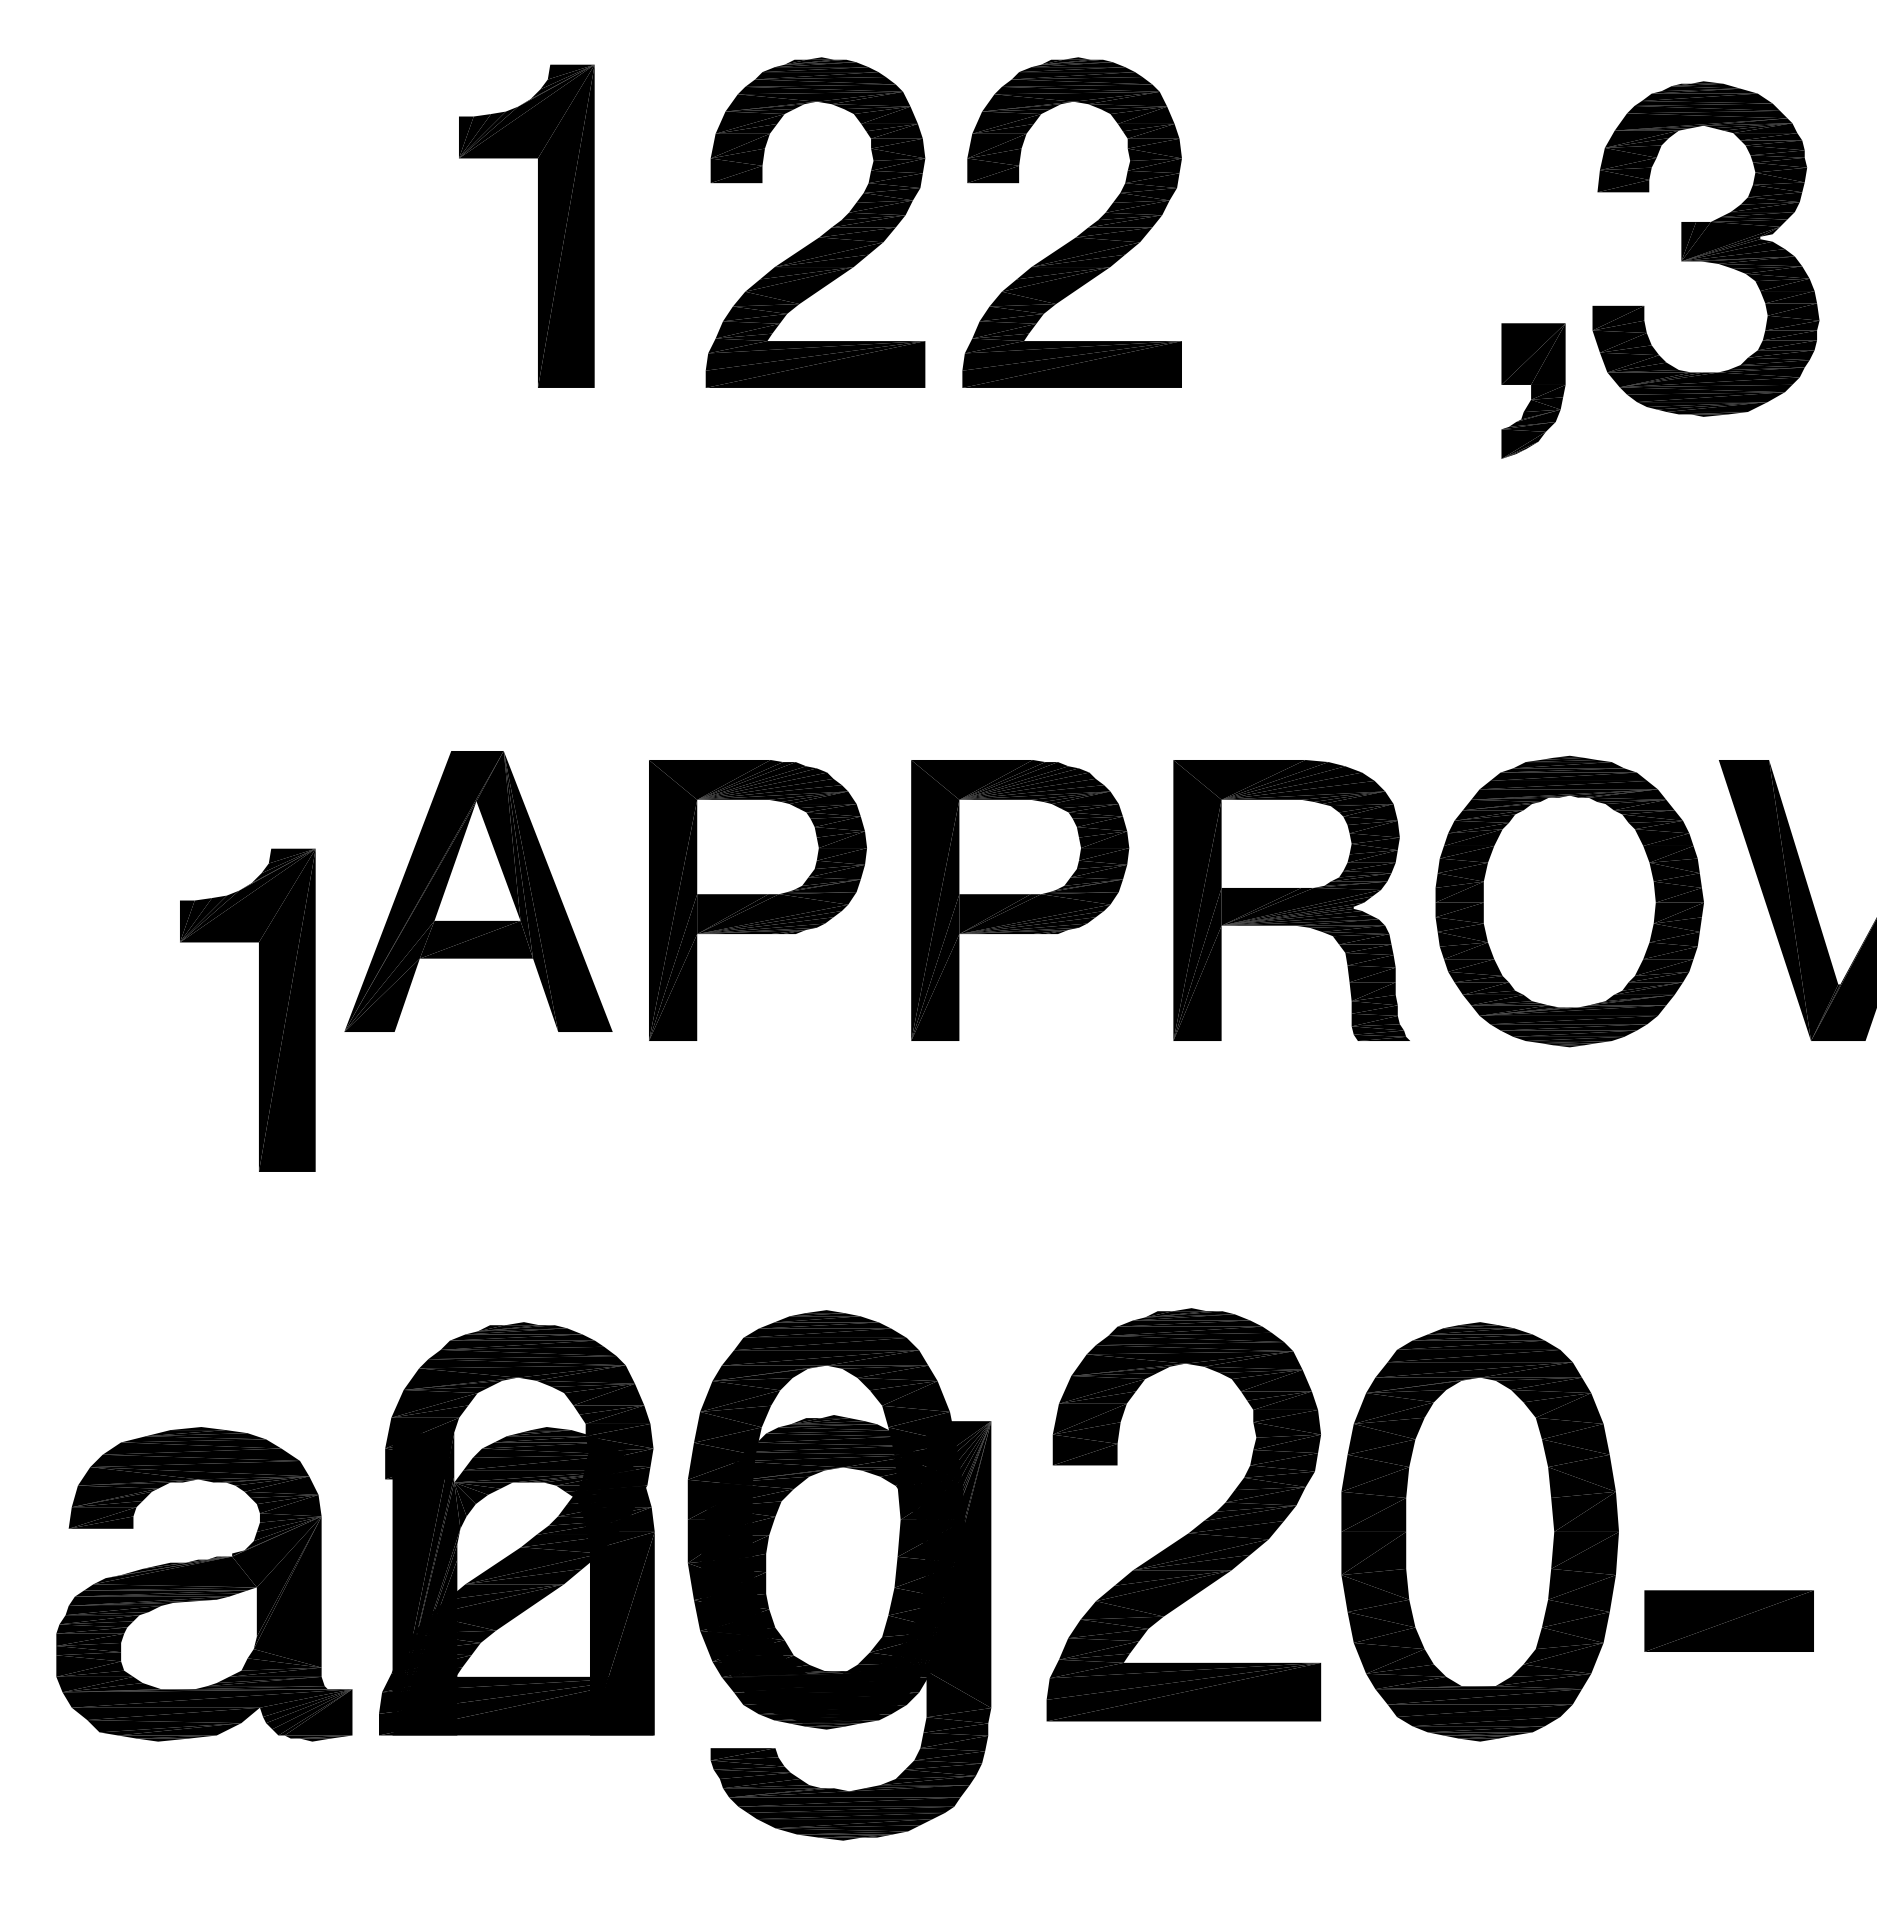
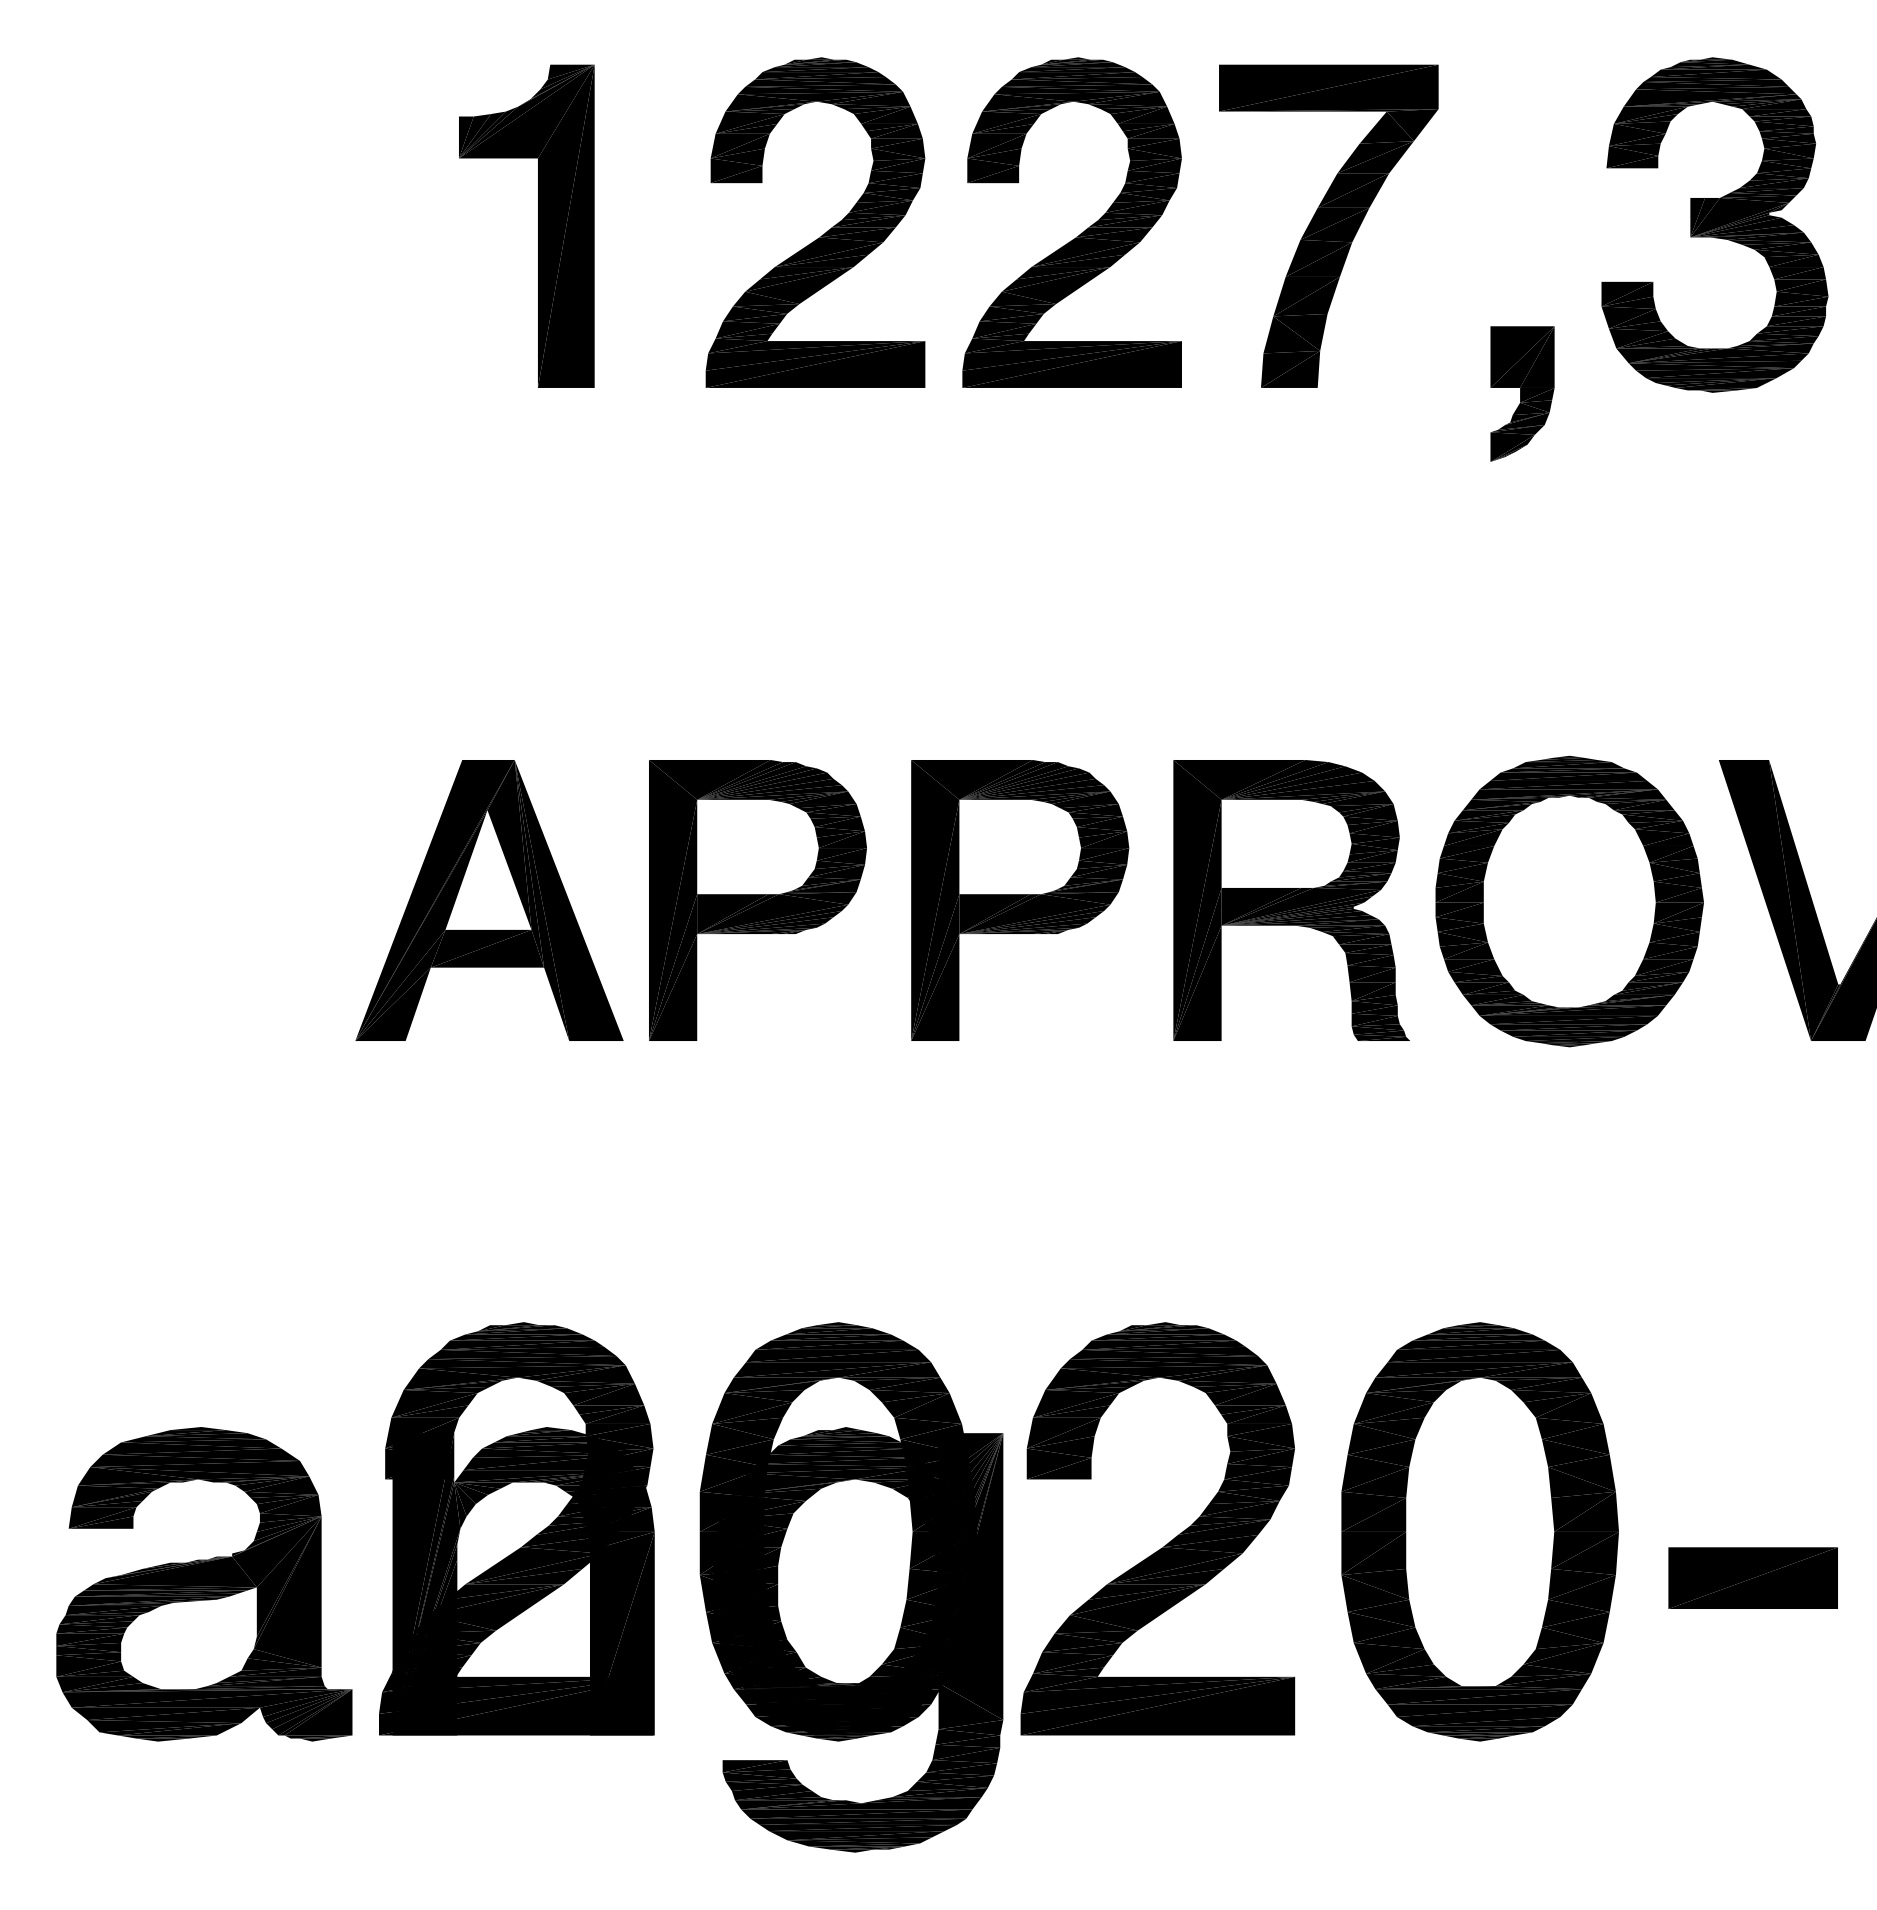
part at (1328, 225): none -> present
part at (1705, 248) position: (1705, 248) -> (1714, 224)
part at (1533, 390) position: (1533, 390) -> (1522, 393)
part at (478, 891) position: (478, 891) -> (489, 900)
part at (259, 1009): present -> none
part at (1196, 1526) position: (1196, 1526) -> (1170, 1540)
part at (839, 1575) position: (839, 1575) -> (851, 1587)
part at (1728, 1620) position: (1728, 1620) -> (1752, 1577)
